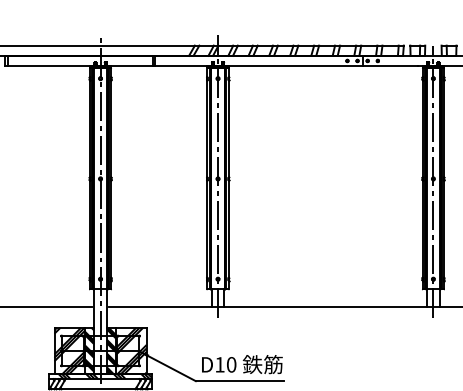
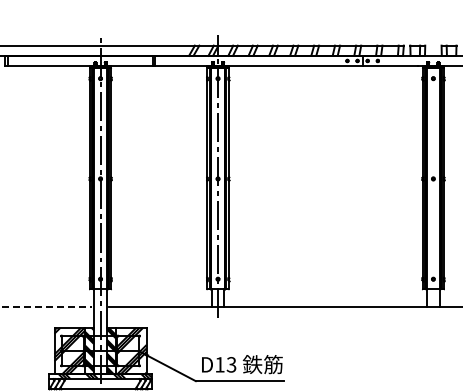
line at (433, 181): present -> none
line at (46, 307): solid -> dashed
text at (231, 364): D10 -> D13
